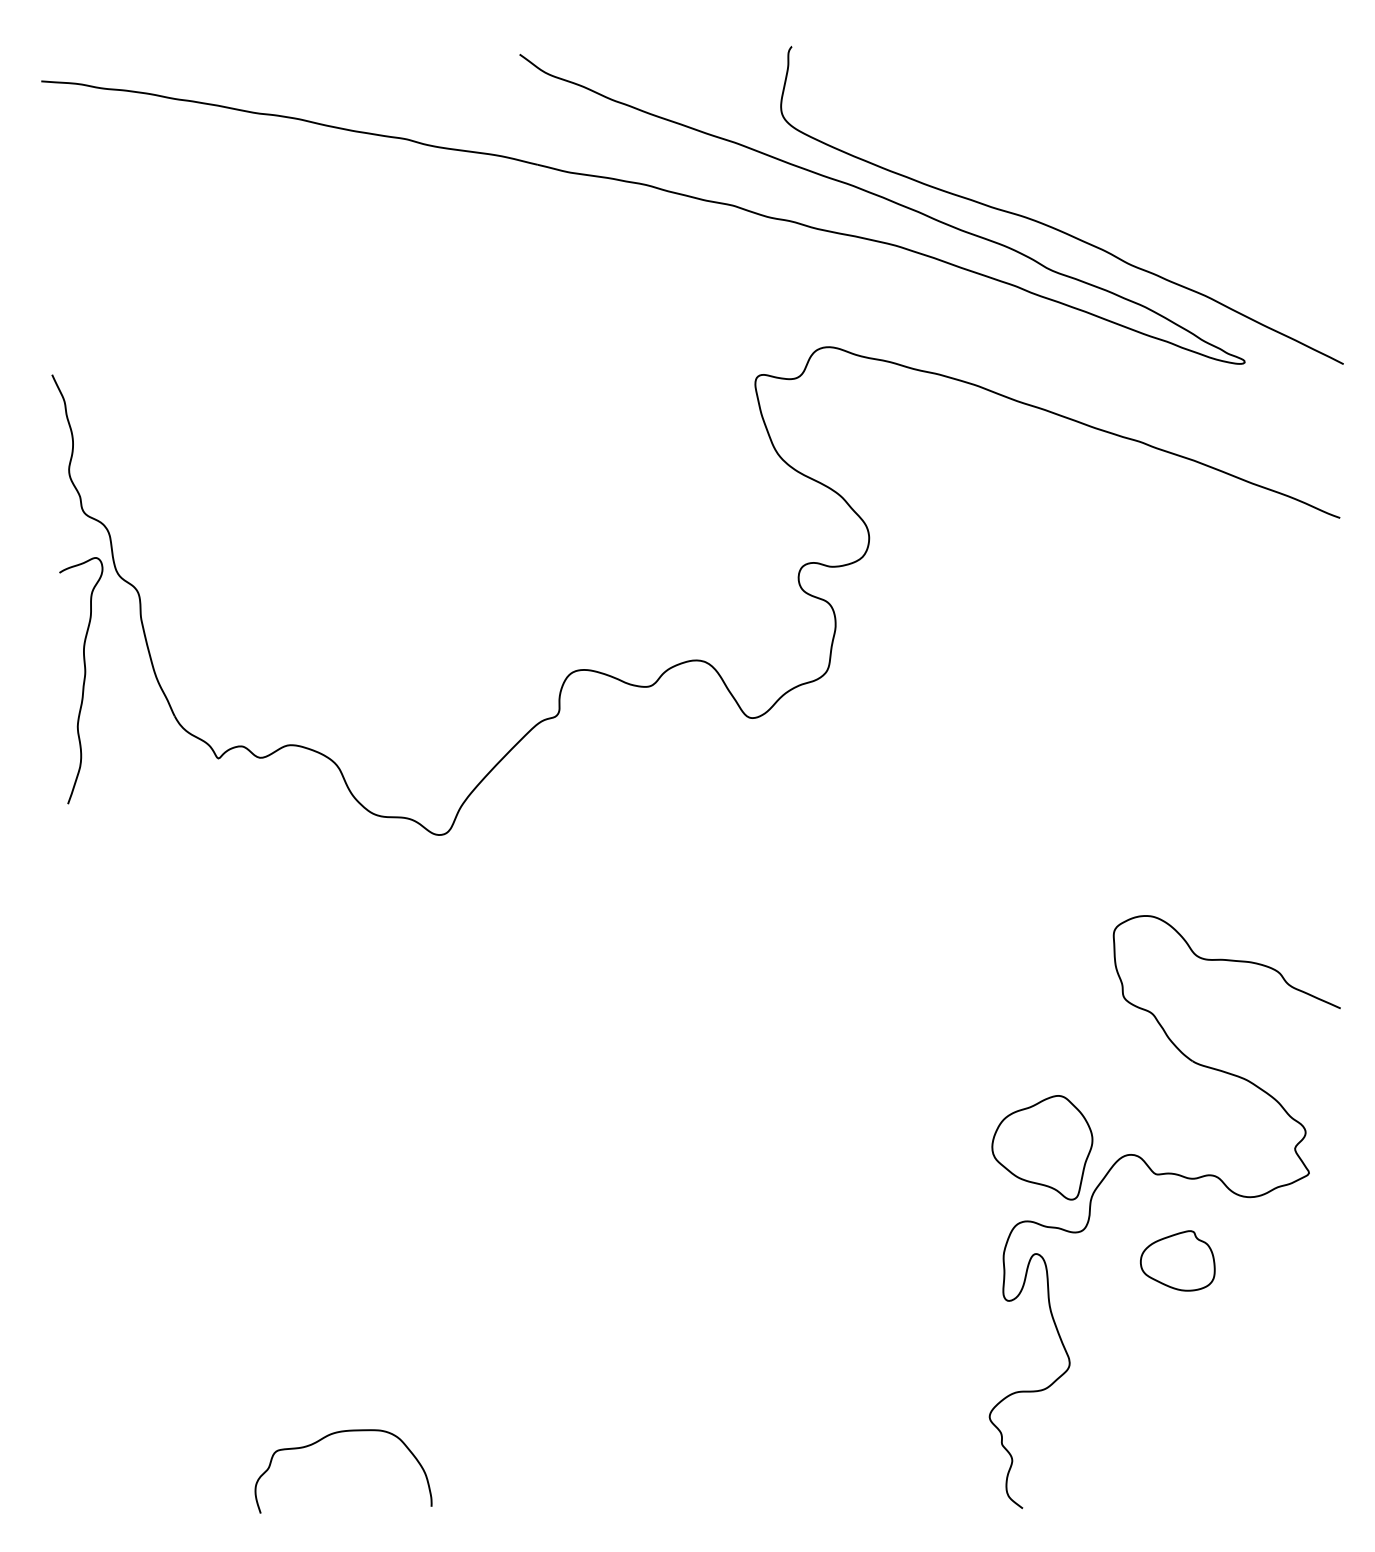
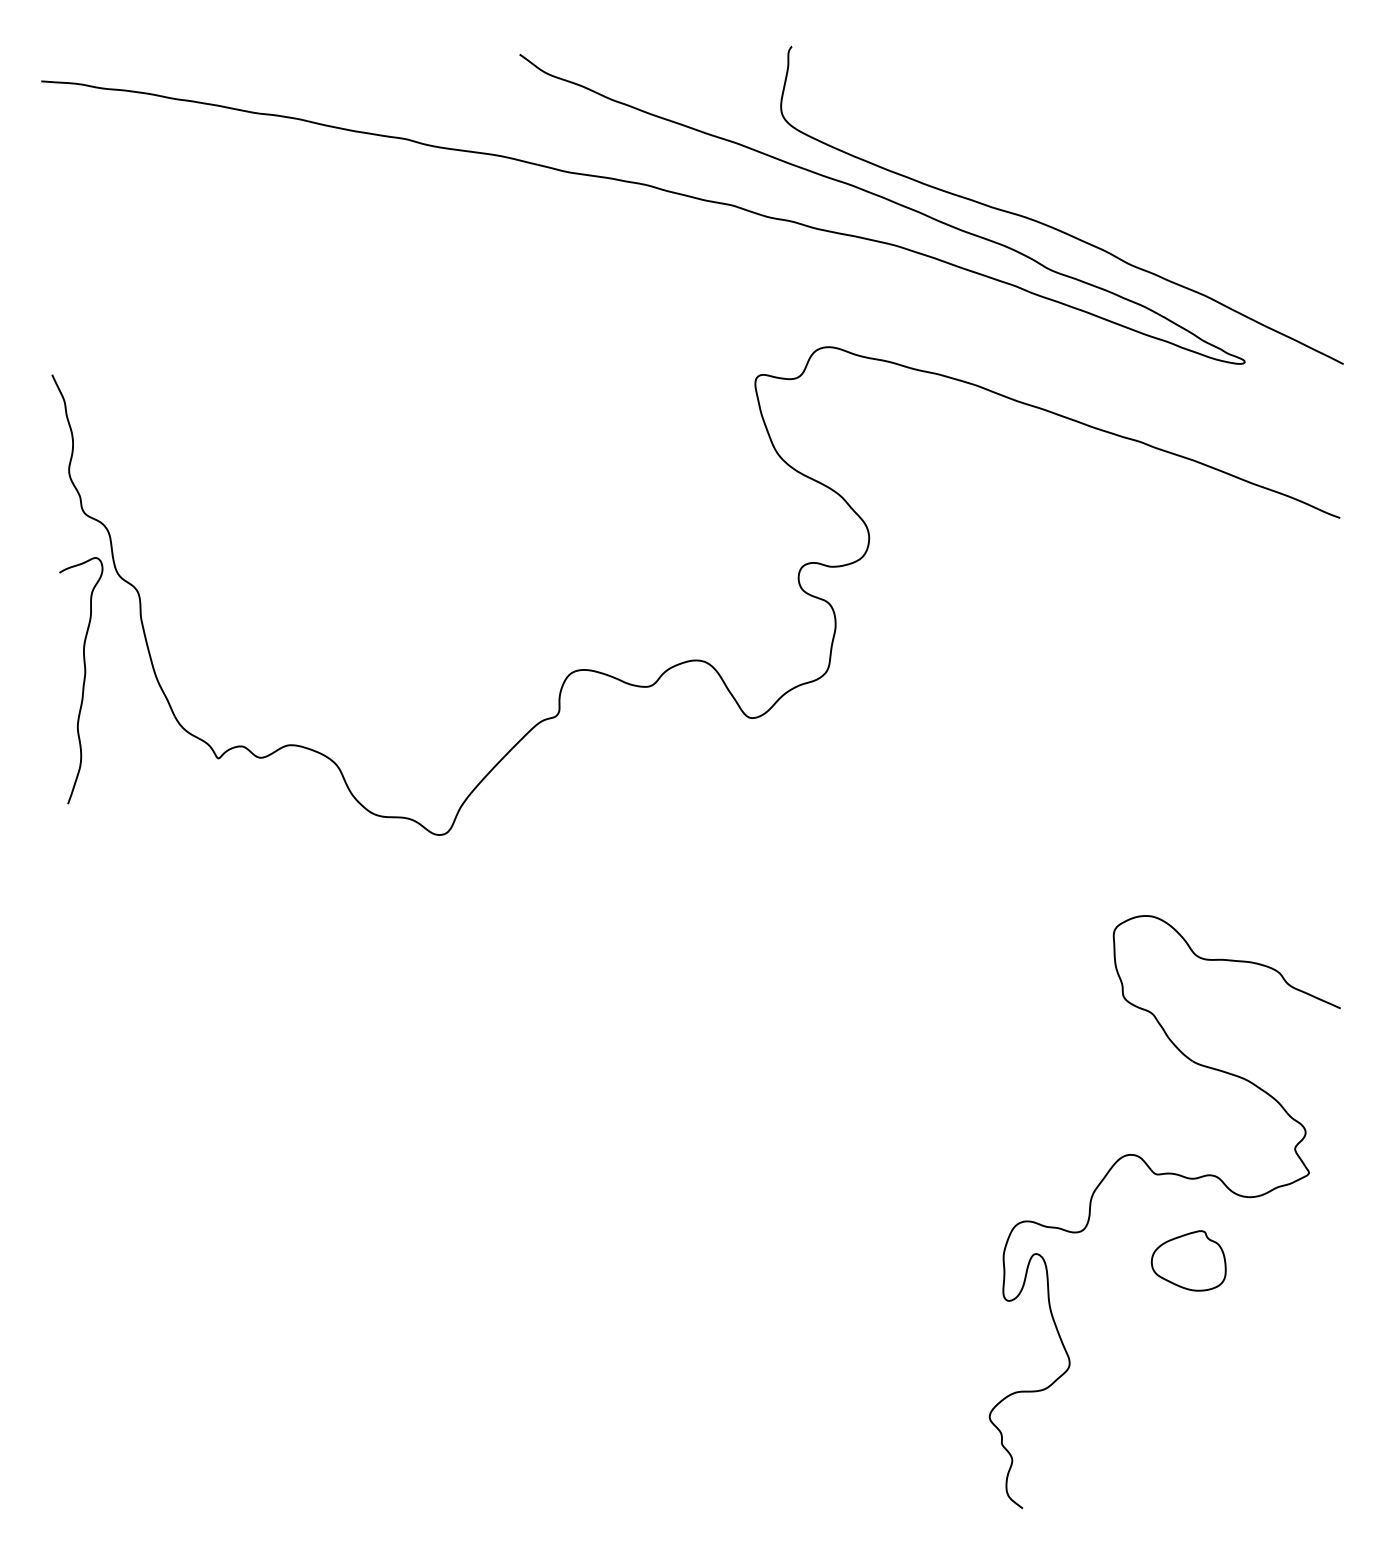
part at (1042, 1147): present -> none
part at (1177, 1260) position: (1177, 1260) -> (1188, 1260)
curve at (323, 1439): present -> none
